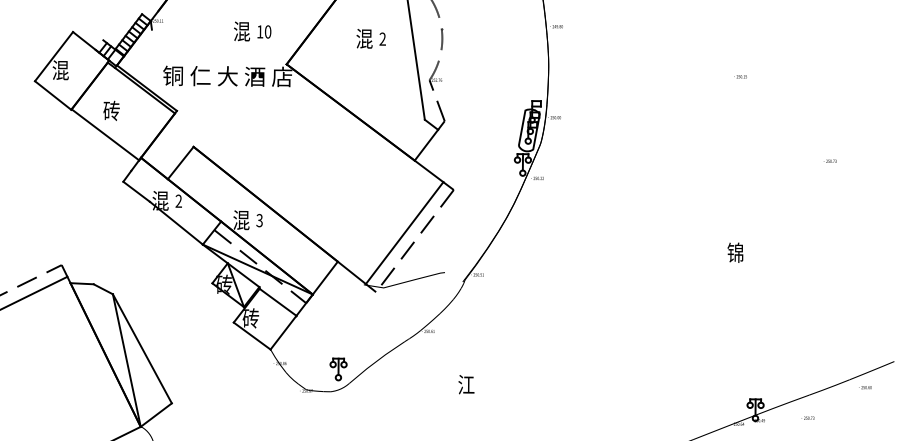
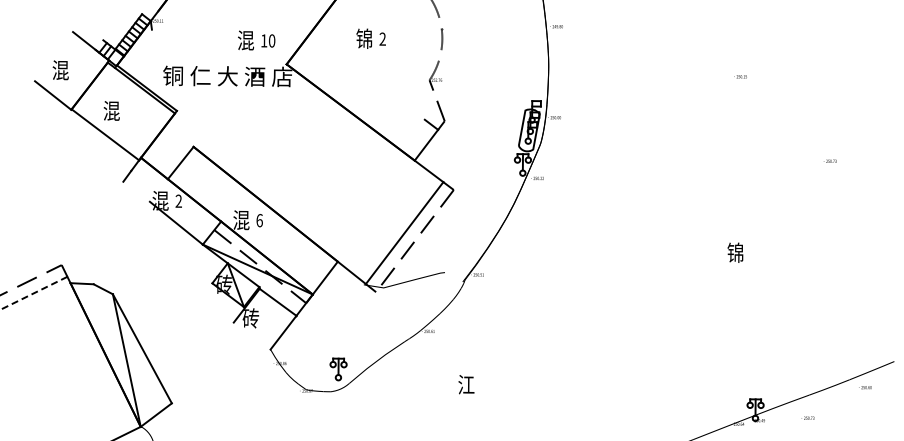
text at (252, 31) position: (252, 31) -> (256, 40)
text at (364, 38): 混 -> 锦
line at (54, 56): present -> none
line at (415, 60): present -> none
text at (111, 110): 砖 -> 混
line at (136, 191): present -> none
text at (259, 220): 3 -> 6
line at (33, 293): solid -> dashed
line at (251, 335): present -> none
